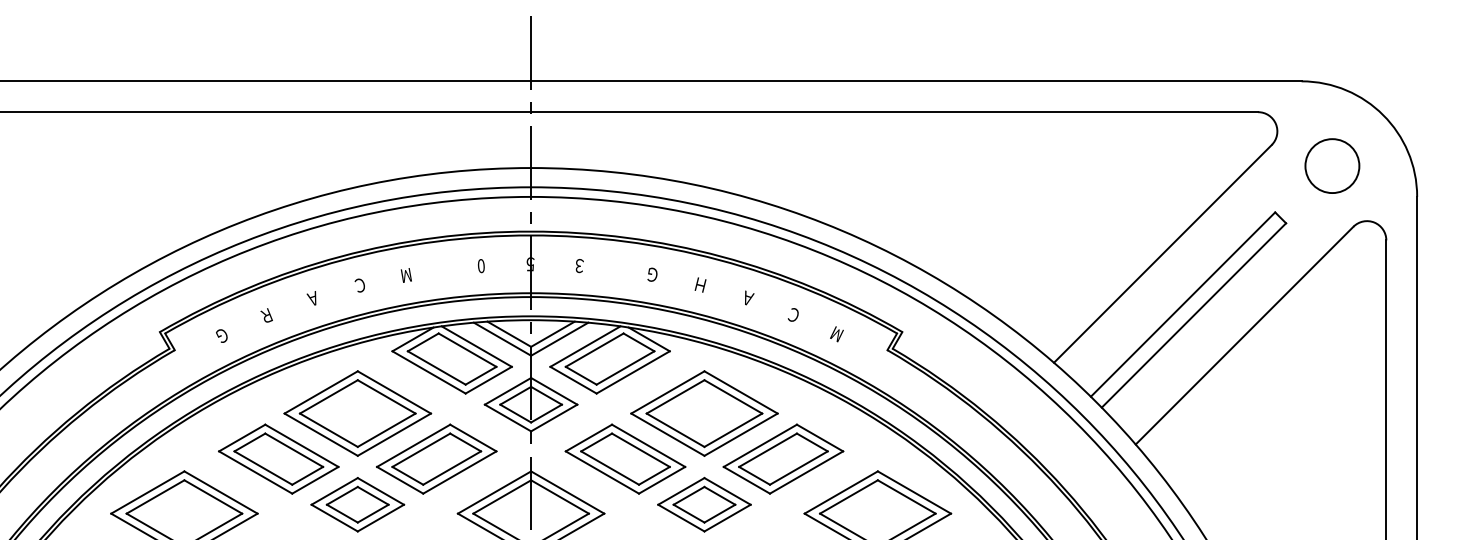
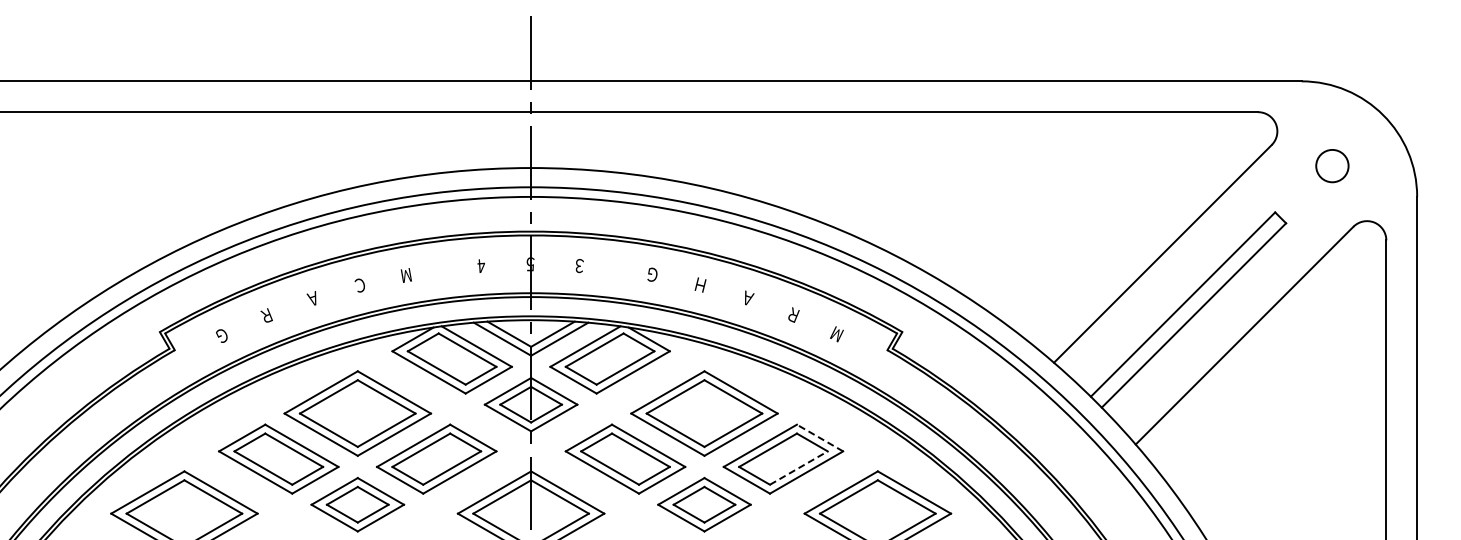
circle at (1332, 166) diameter: 54 px -> 32 px
text at (480, 266): 0 -> 4
text at (793, 314): Ｃ -> Ｒ
line at (820, 438): solid -> dashed
line at (799, 467): solid -> dashed
